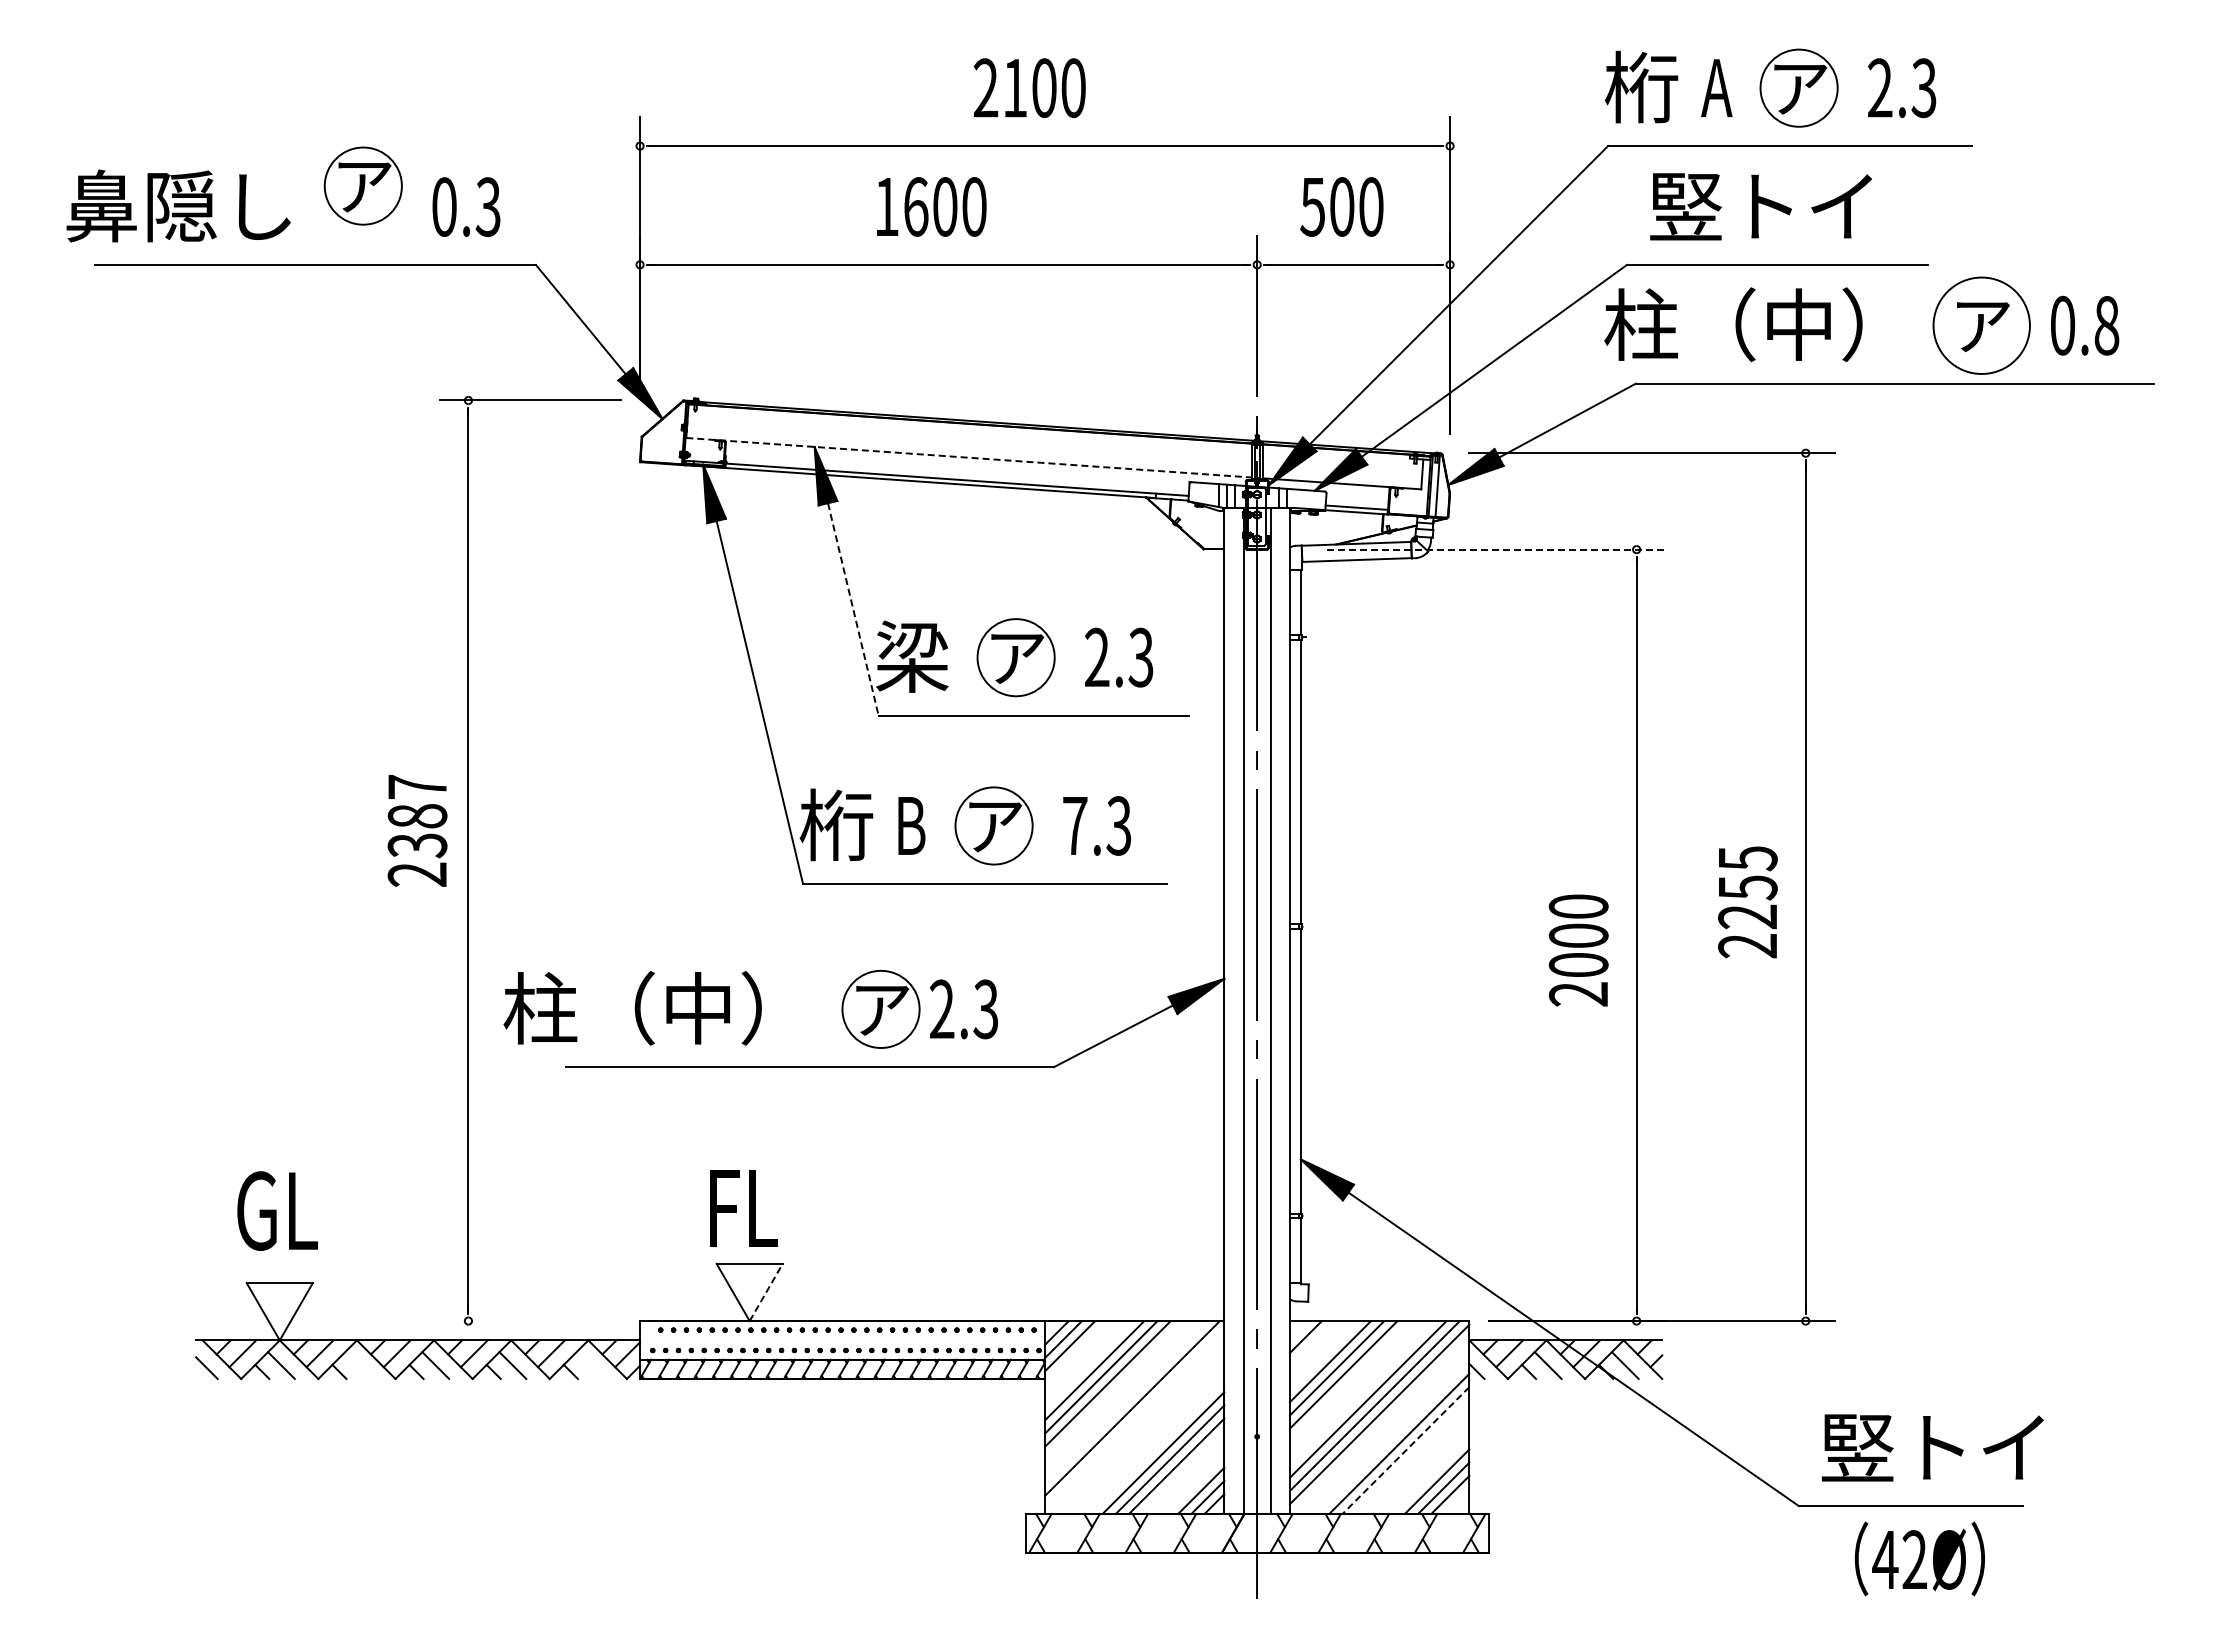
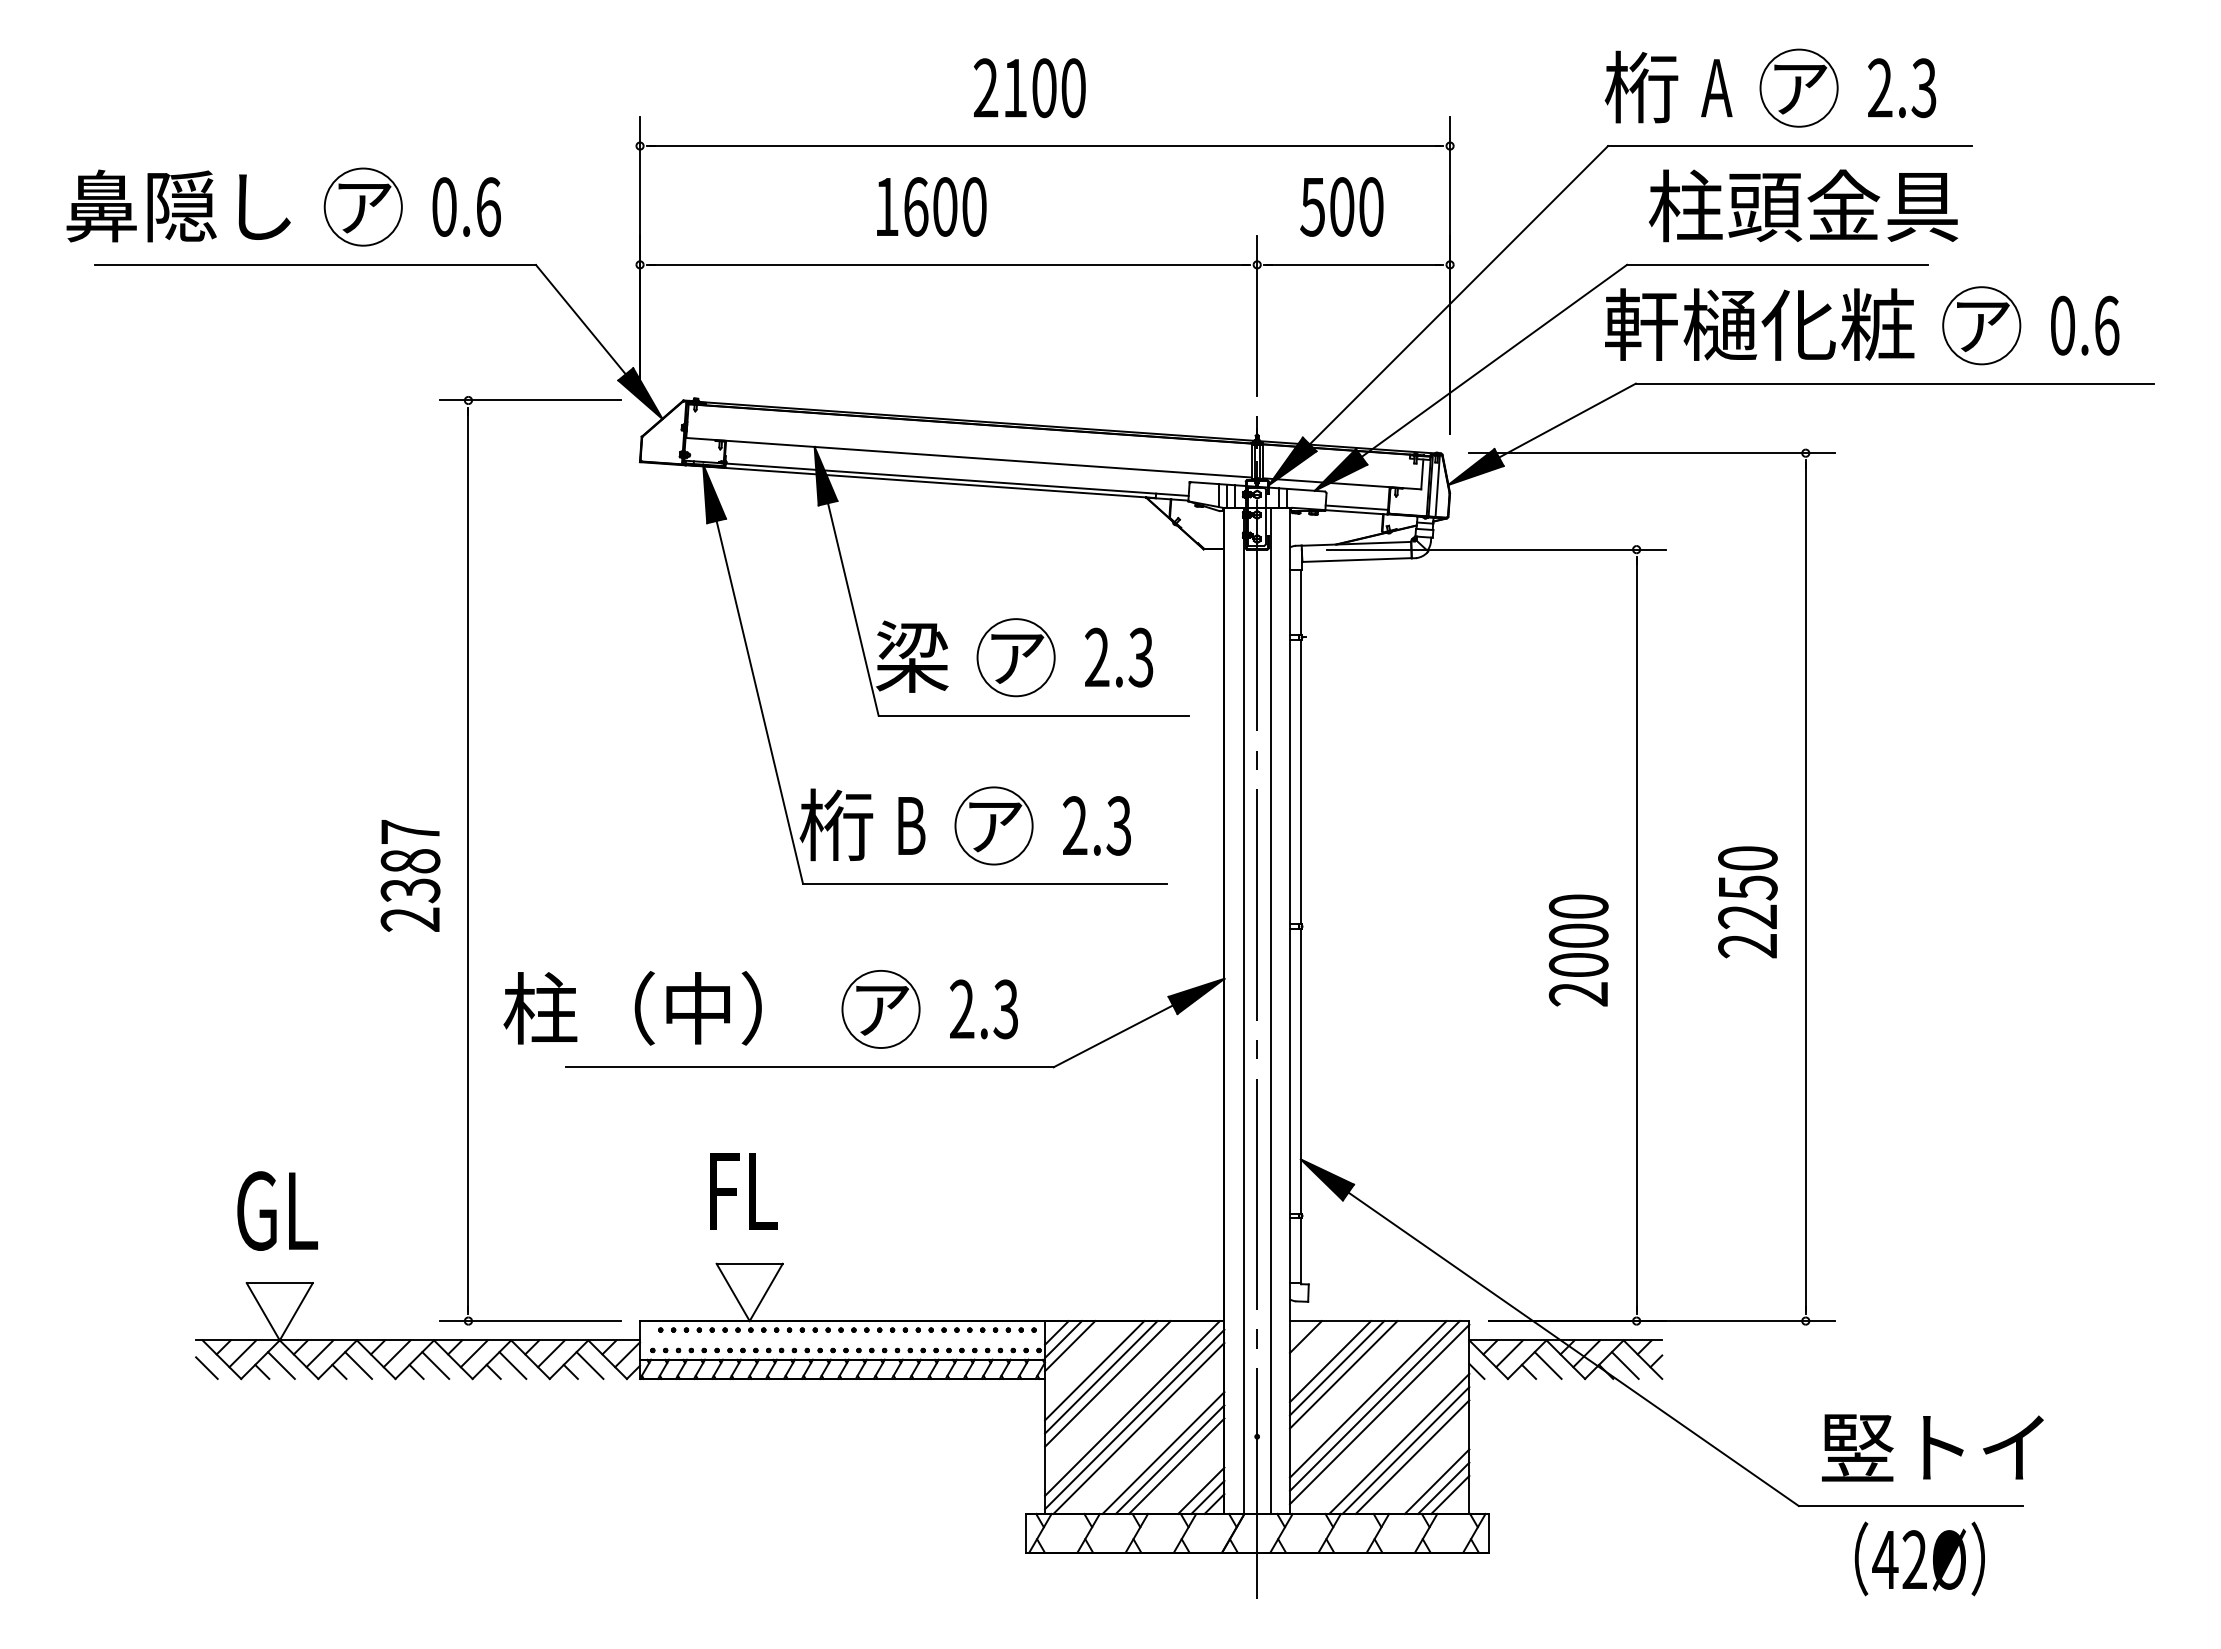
part at (362, 185) position: (362, 185) -> (362, 206)
text at (1803, 205): 竪トイ -> 柱頭金具
text at (487, 206): 0.3 -> 0.6
text at (1759, 324): 柱（中） -> 軒樋化粧
circle at (1981, 325) diameter: 96 px -> 77 px
text at (2106, 325): 0.8 -> 0.6
line at (969, 457): dashed -> solid
line at (1497, 549): dashed -> solid
line at (853, 609): dashed -> solid
text at (1075, 825): 7.3 -> 2.3
text at (417, 830) position: (417, 830) -> (410, 875)
text at (1747, 858): 2255 -> 2250
text at (963, 1009) position: (963, 1009) -> (983, 1009)
text at (743, 1208) position: (743, 1208) -> (743, 1191)
line at (766, 1292): dashed -> solid
line at (529, 1321): none -> present
line at (358, 1365): none -> present
line at (589, 1365): none -> present
line at (1134, 1419): none -> present
line at (1138, 1428): none -> present
line at (1405, 1450): dashed -> solid
line at (1412, 1456): none -> present
